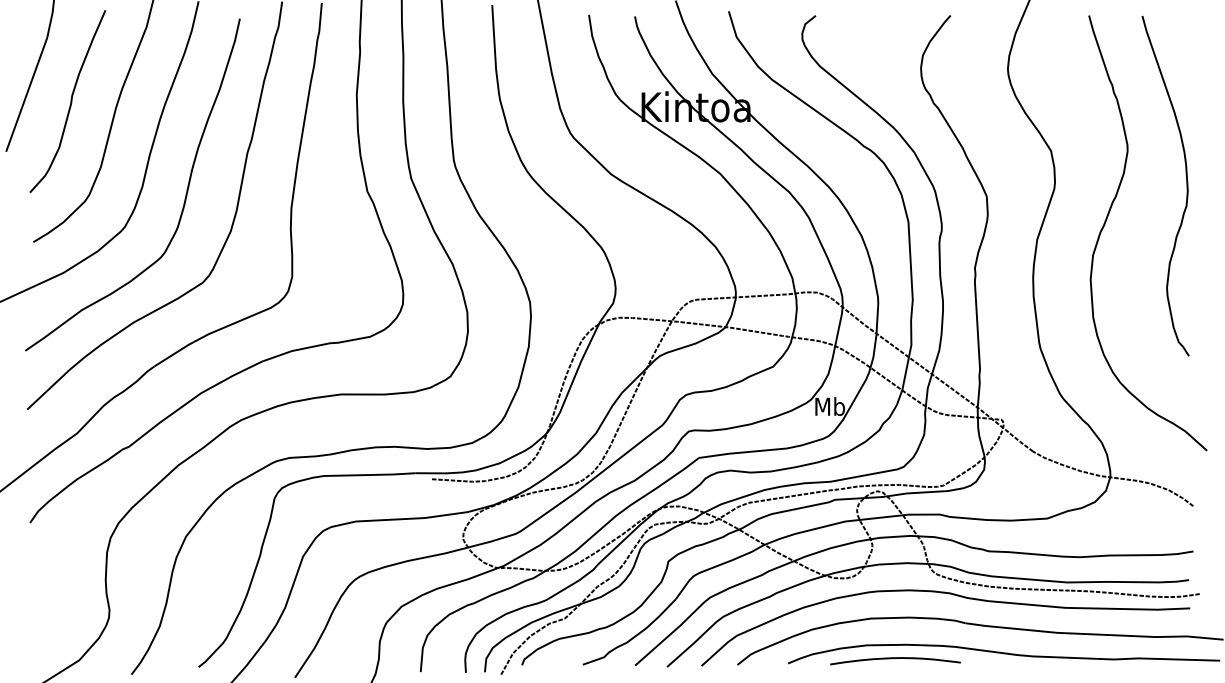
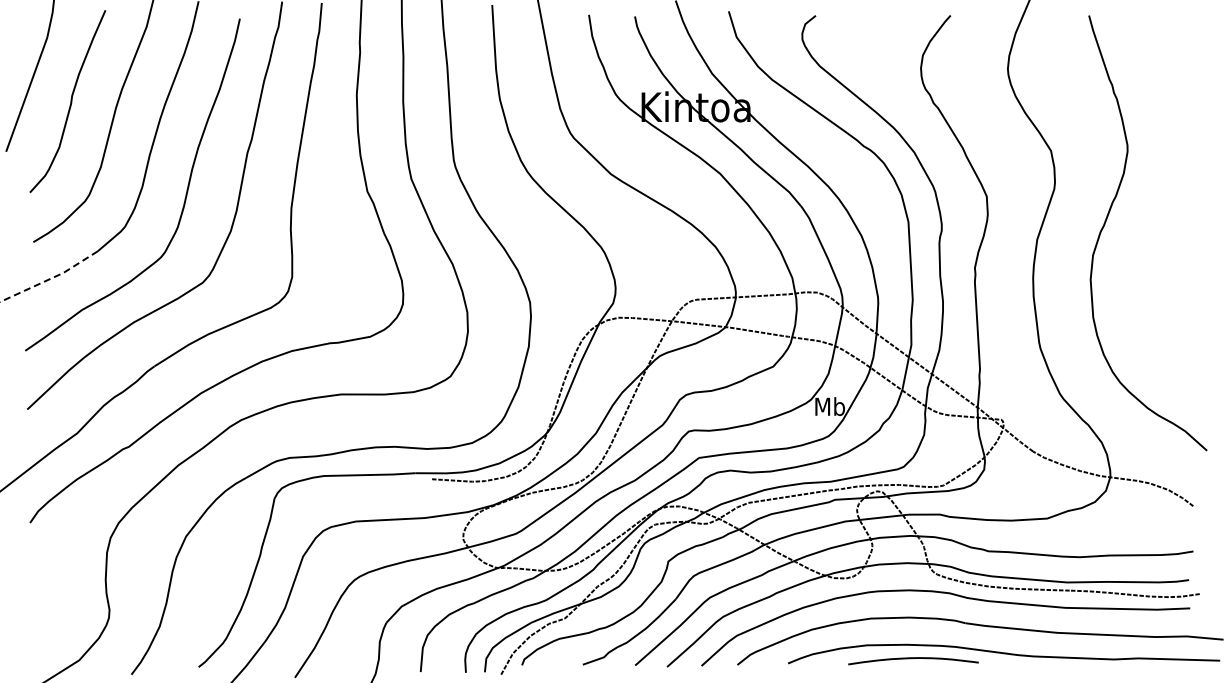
curve at (1186, 186): present -> none
line at (50, 278): solid -> dashed
curve at (893, 659) position: (893, 659) -> (911, 659)
